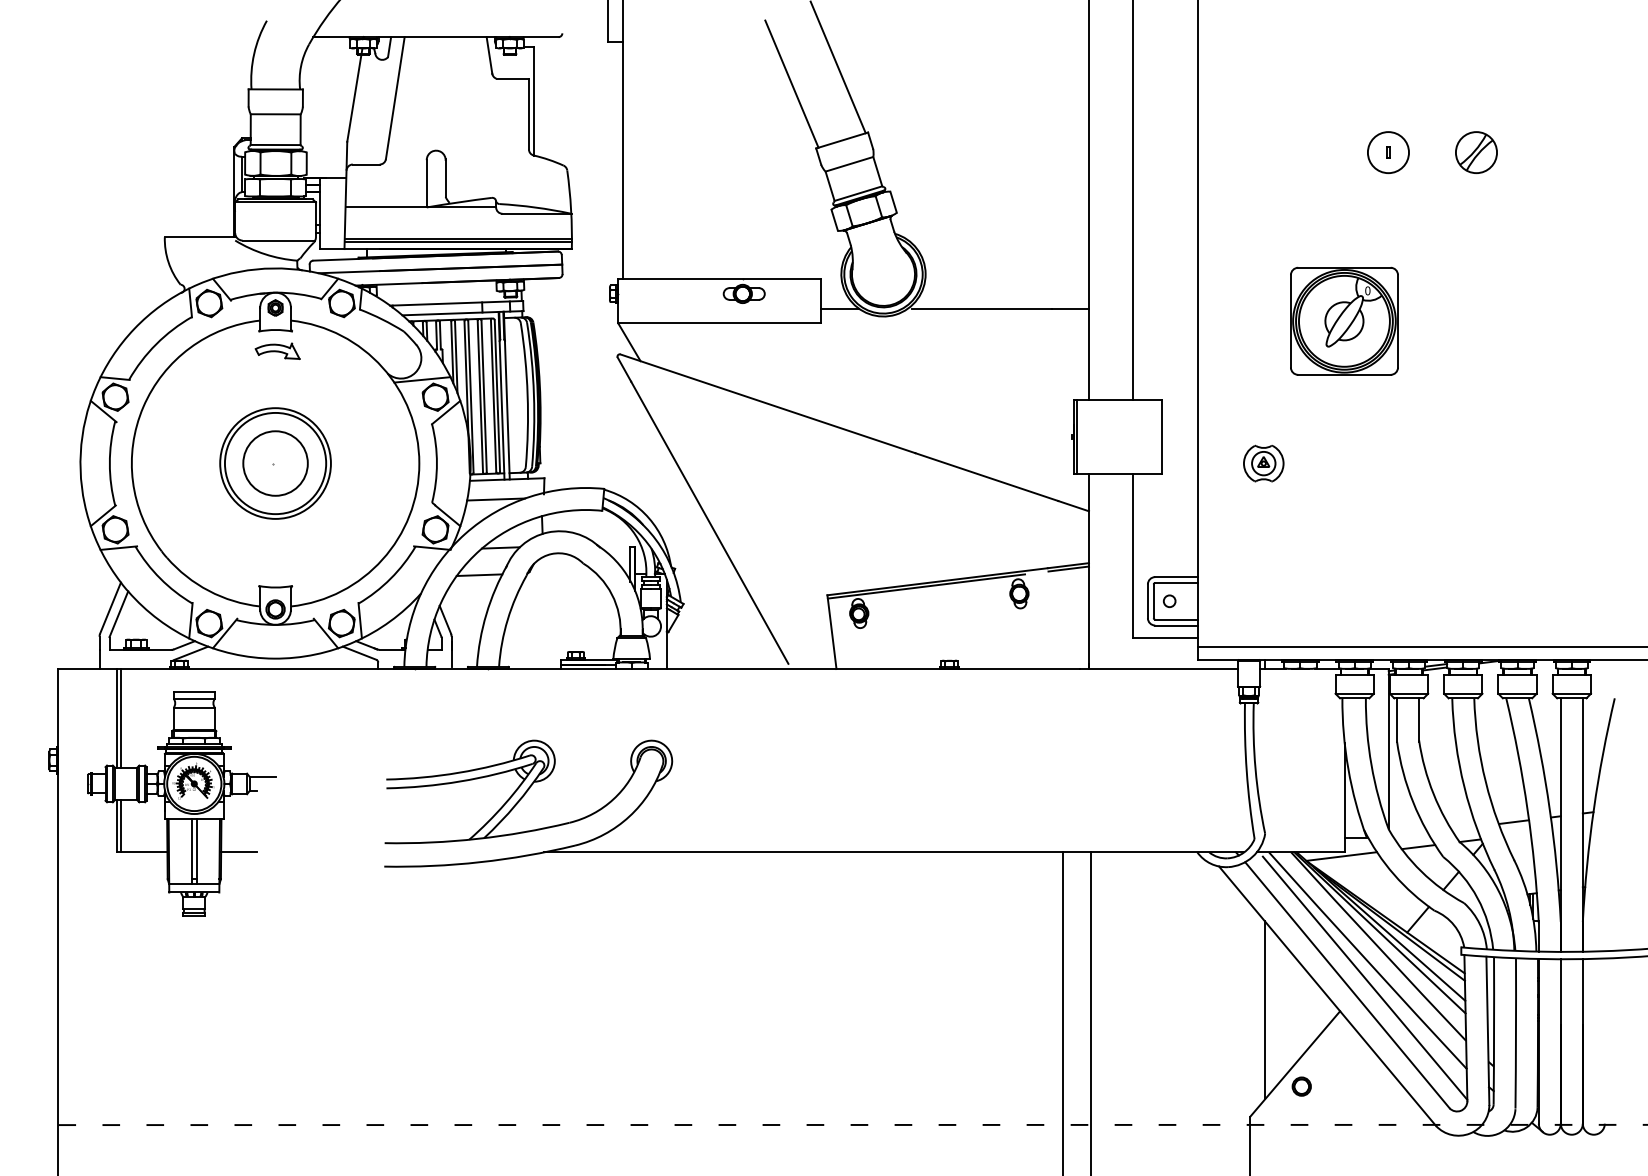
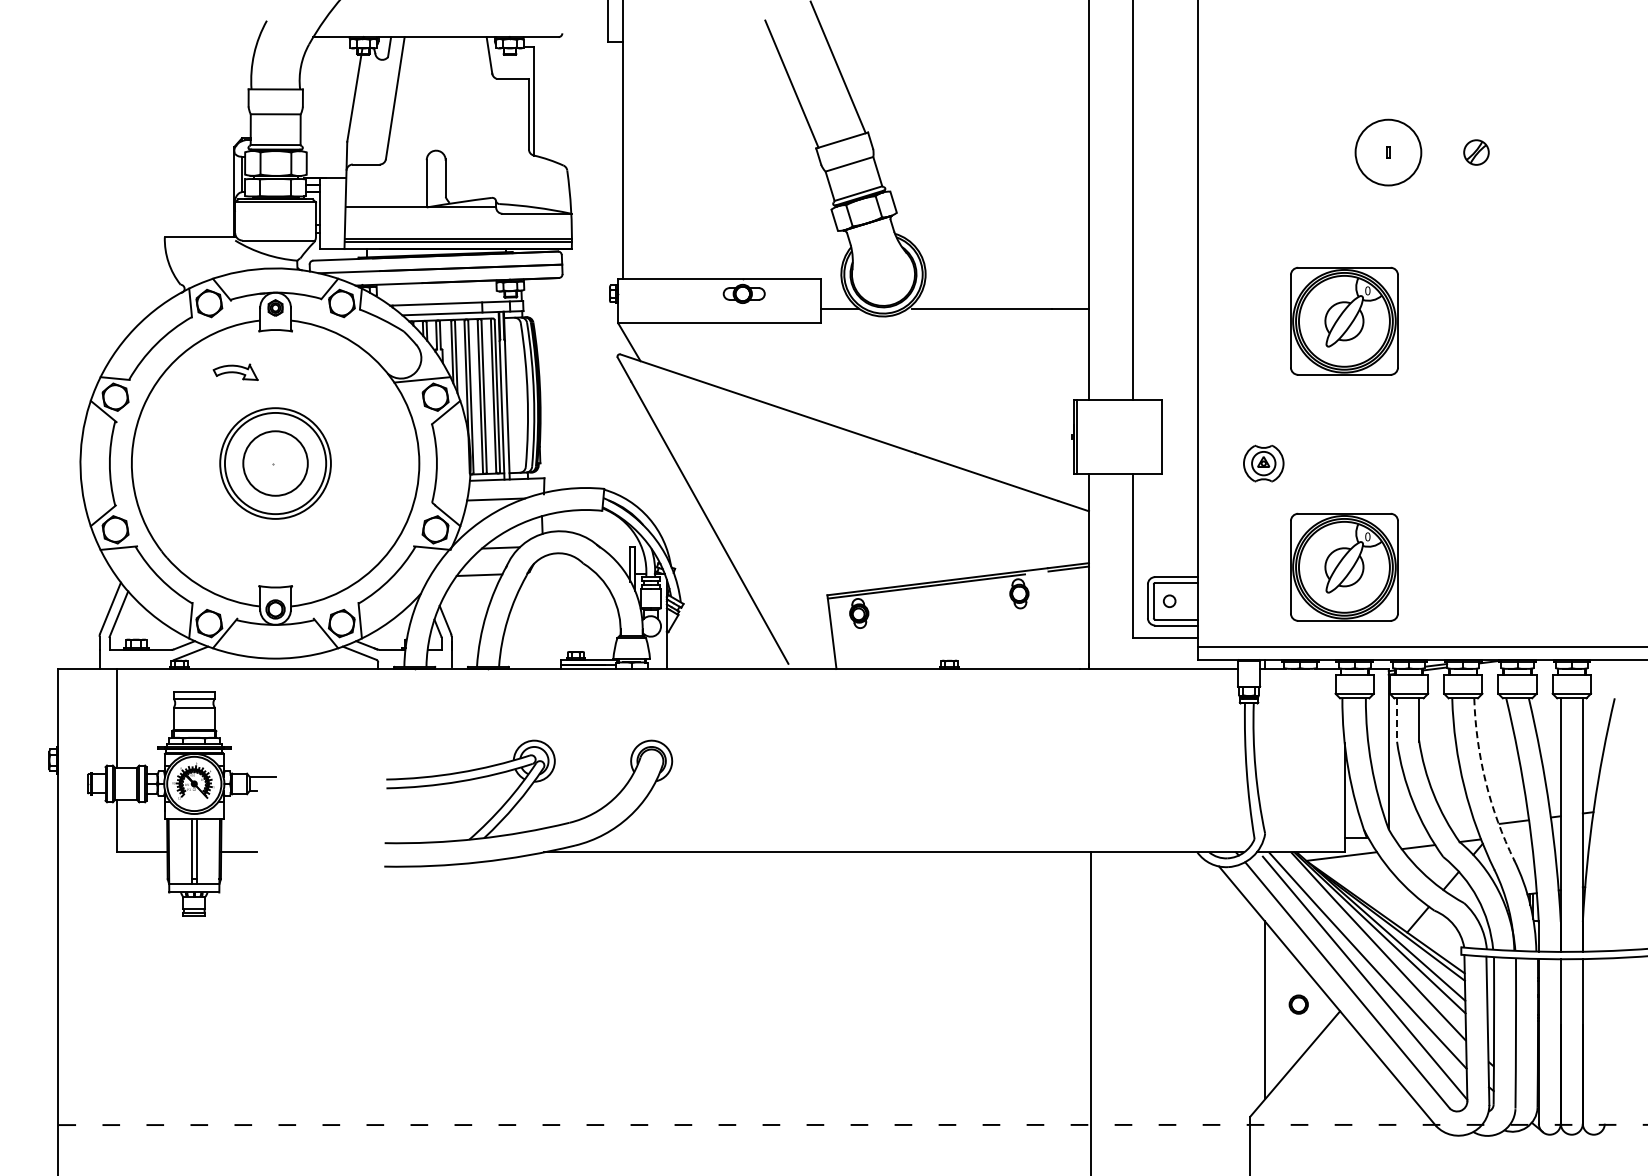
circle at (1388, 152) diameter: 41 px -> 66 px
part at (1476, 152) size: 43x43 px -> 27x27 px
part at (277, 350) position: (277, 350) -> (235, 371)
part at (1344, 566): none -> present
line at (120, 718): present -> none
line at (1397, 719): solid -> dashed
arc at (1485, 781): solid -> dashed
line at (120, 826): present -> none
line at (1063, 1012): present -> none
part at (1301, 1086) position: (1301, 1086) -> (1298, 1004)
